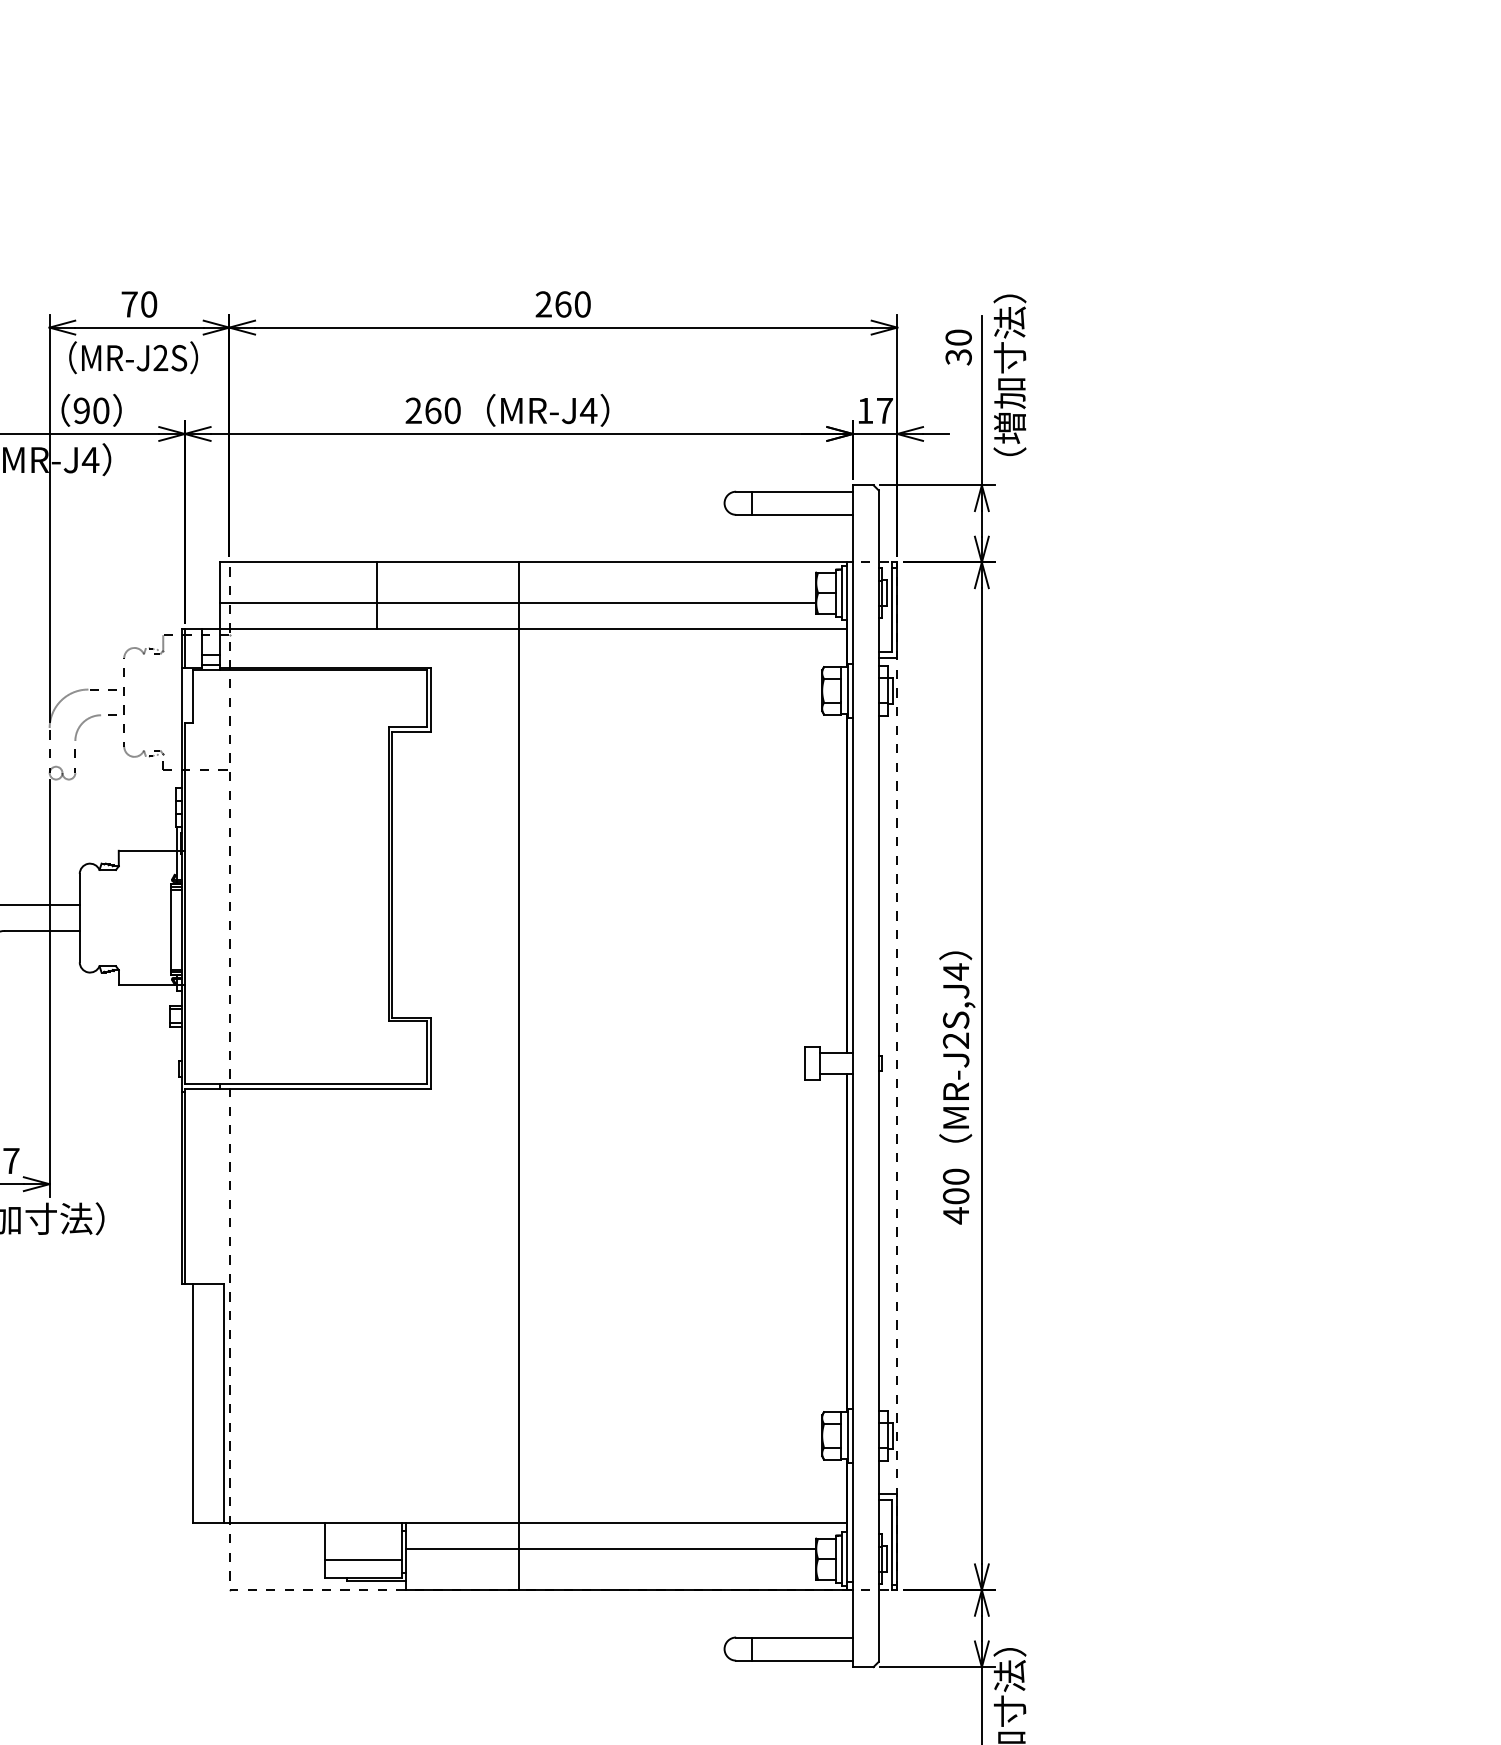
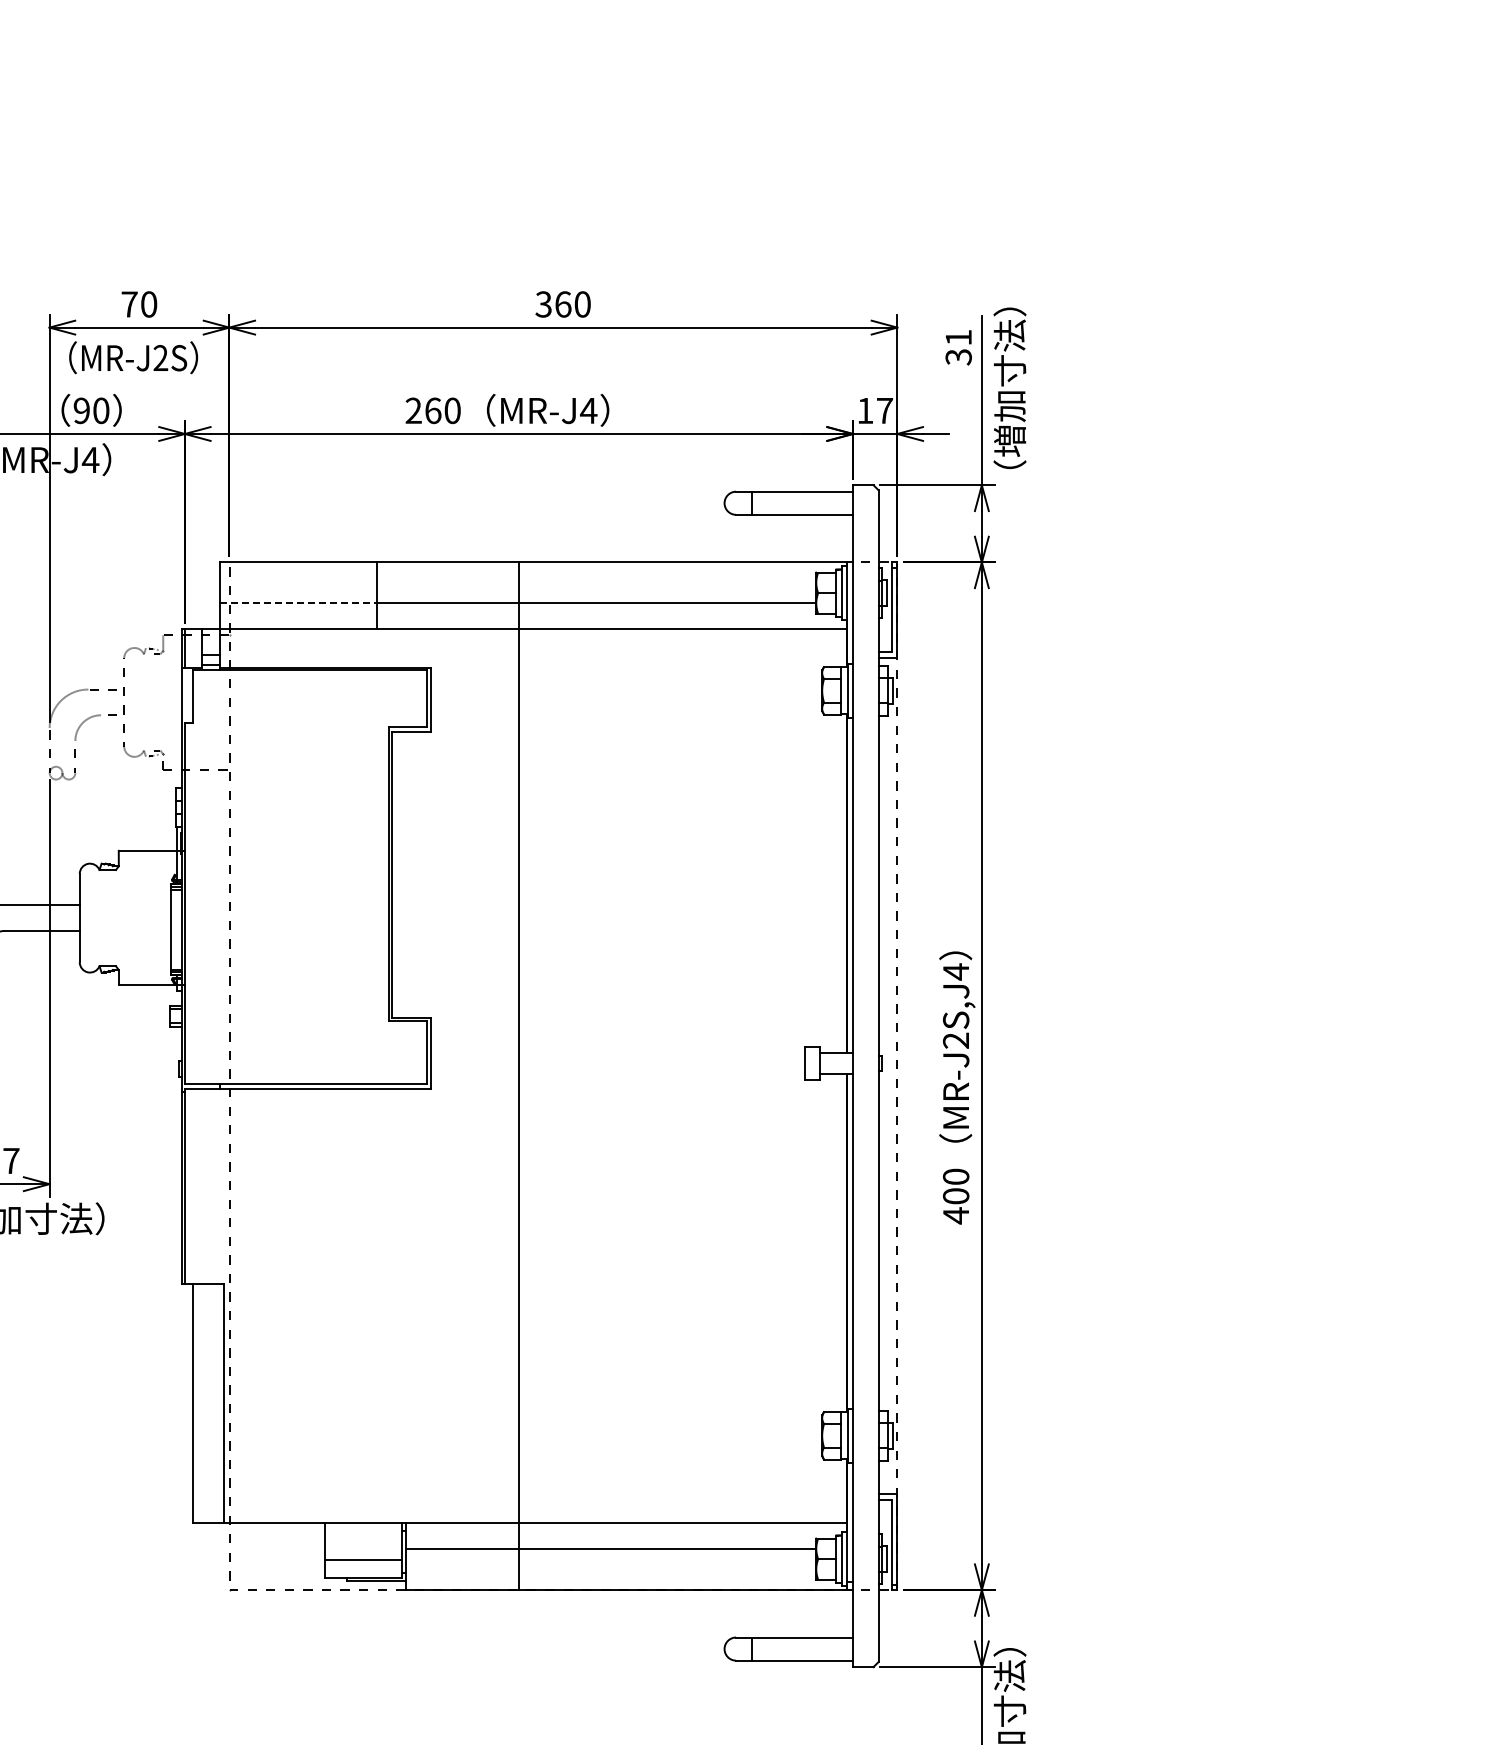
text at (543, 304): 260 -> 360
text at (958, 337): 30 -> 31
text at (1009, 374) position: (1009, 374) -> (1009, 387)
line at (298, 603): solid -> dashed
